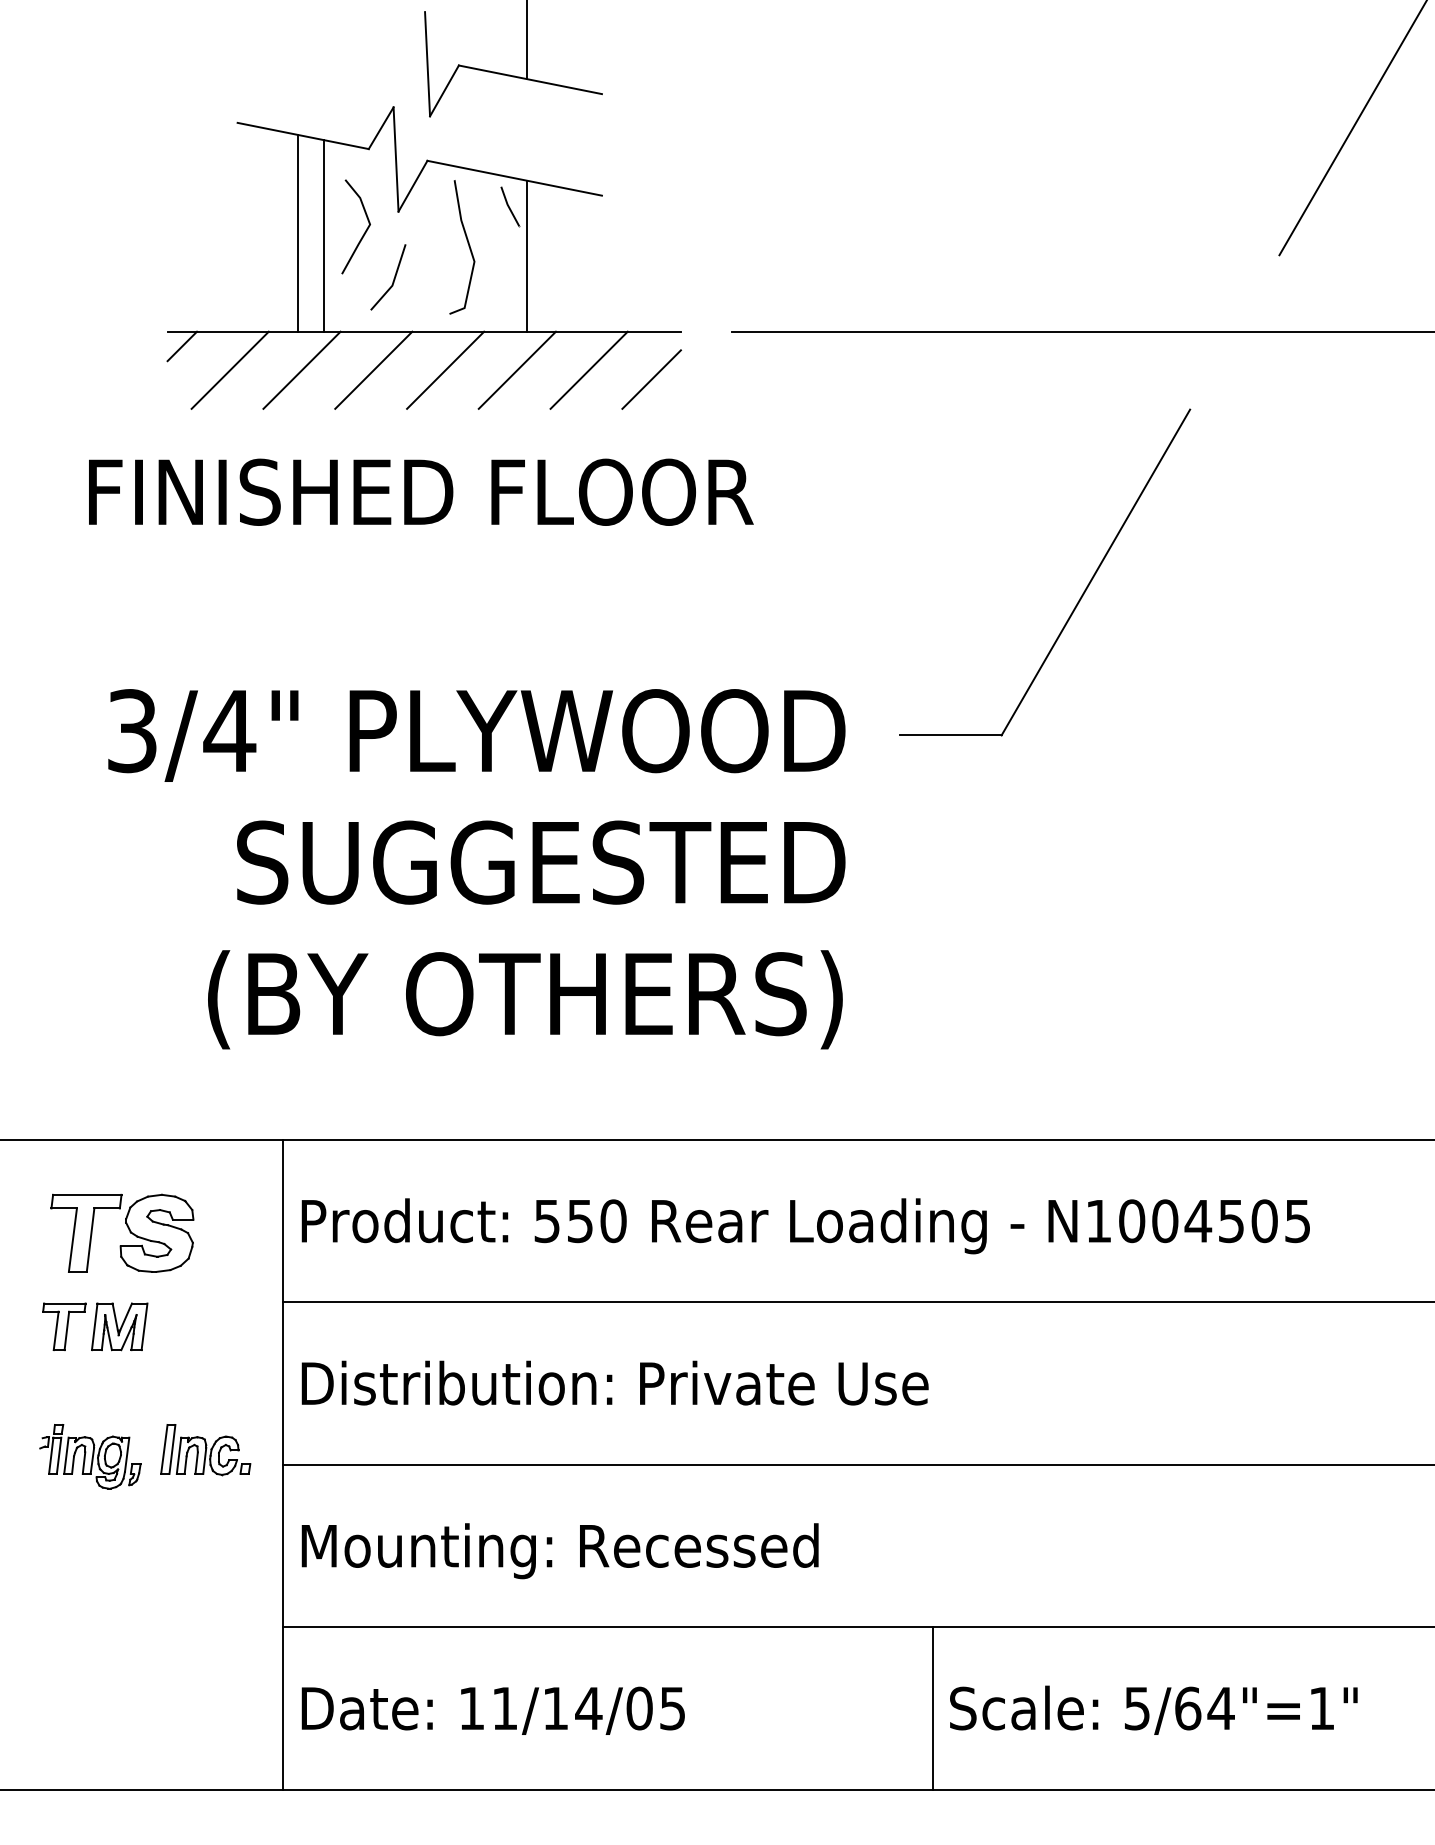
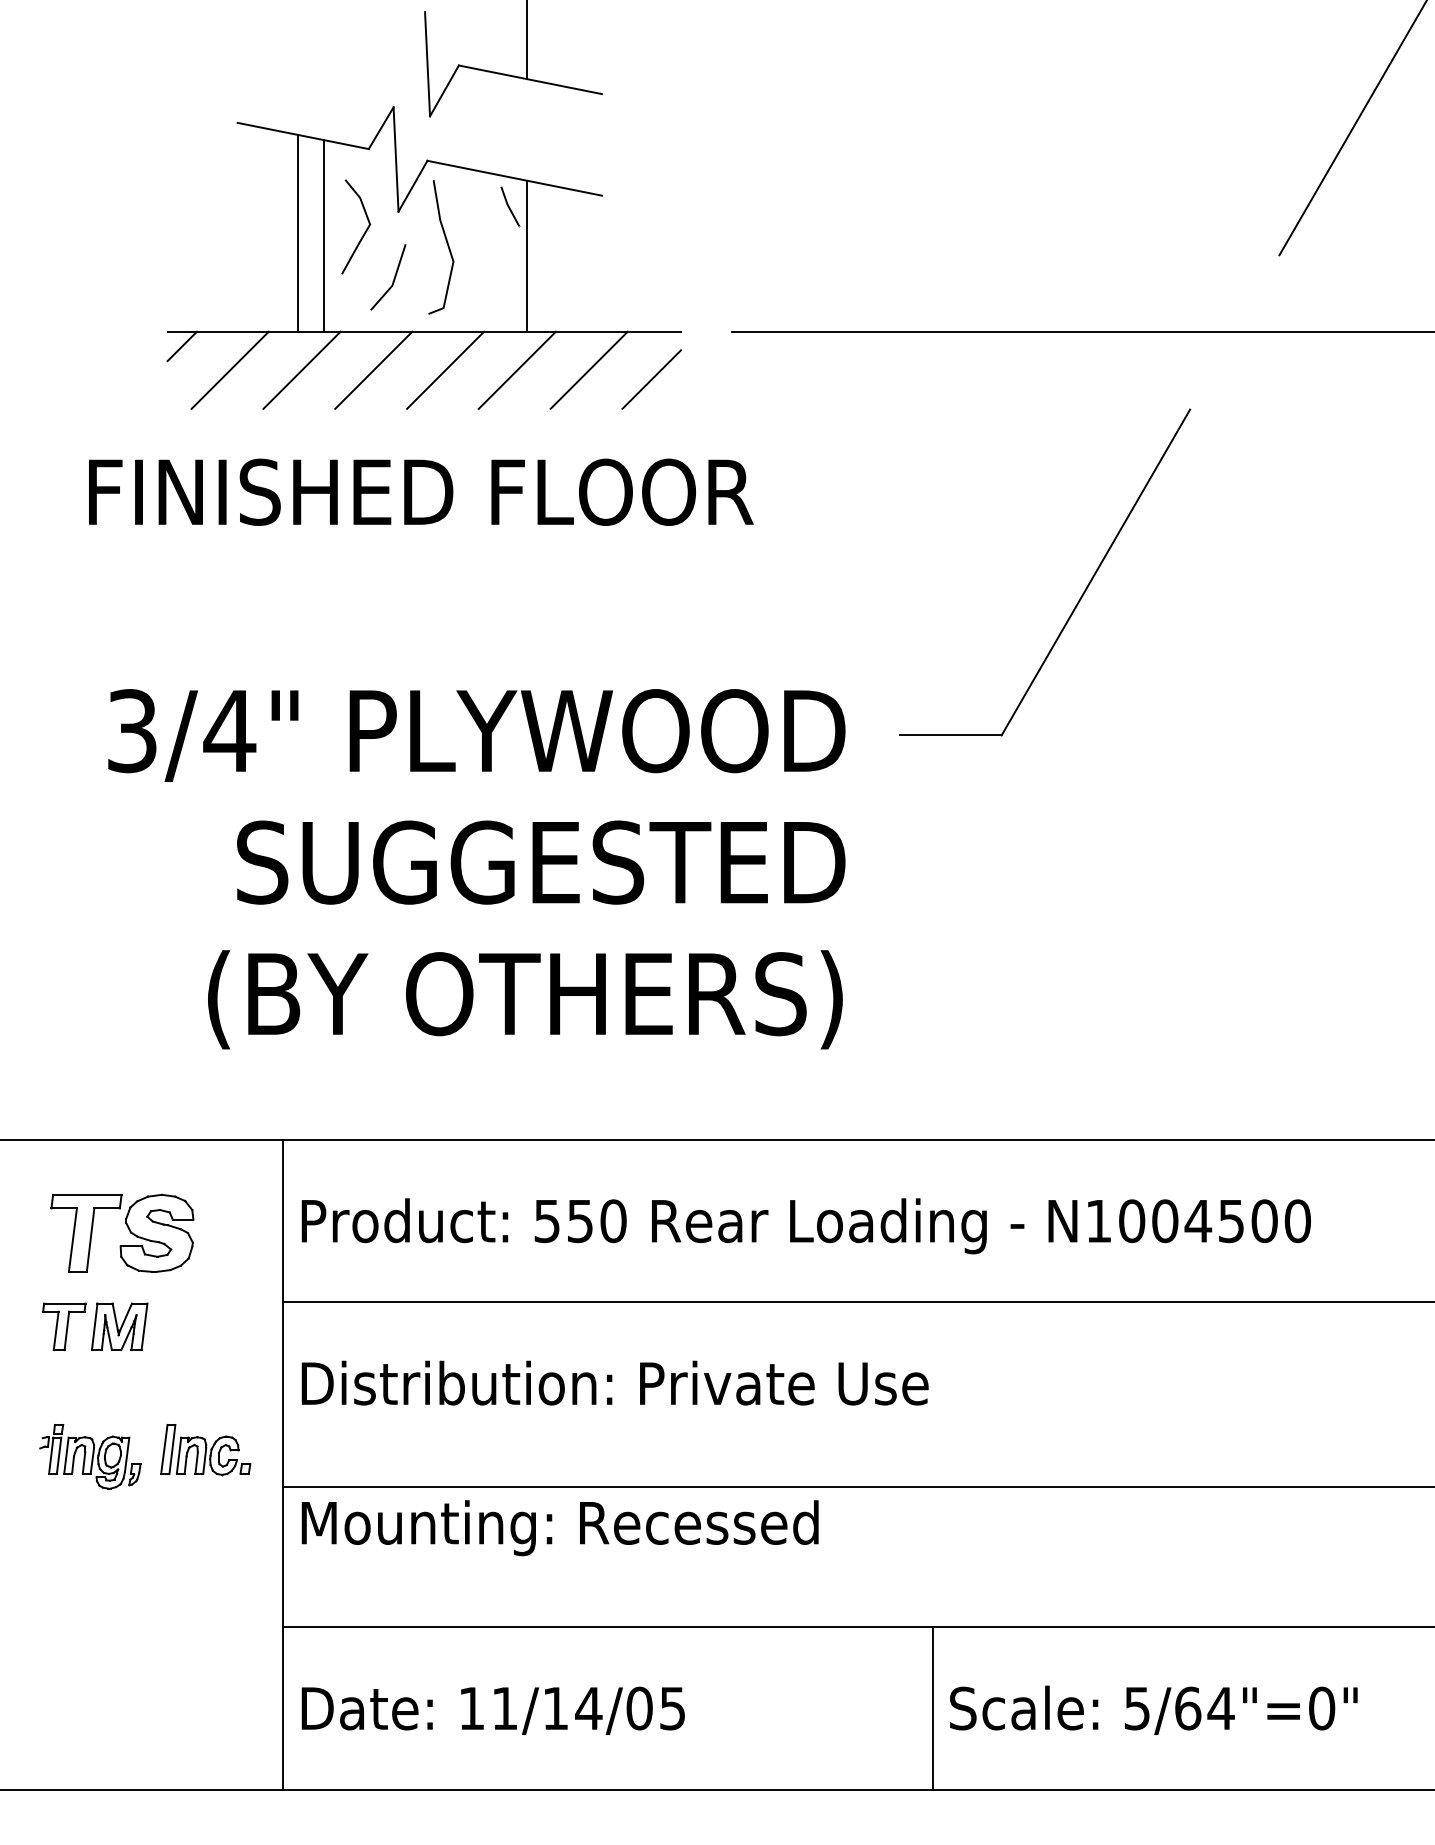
curve at (468, 246) position: (468, 246) -> (447, 246)
text at (1297, 1221): N1004505 -> N1004500
line at (857, 1464) position: (857, 1464) -> (857, 1486)
text at (559, 1551) position: (559, 1551) -> (559, 1528)
text at (1322, 1708): 5/64"=1" -> 5/64"=0"
